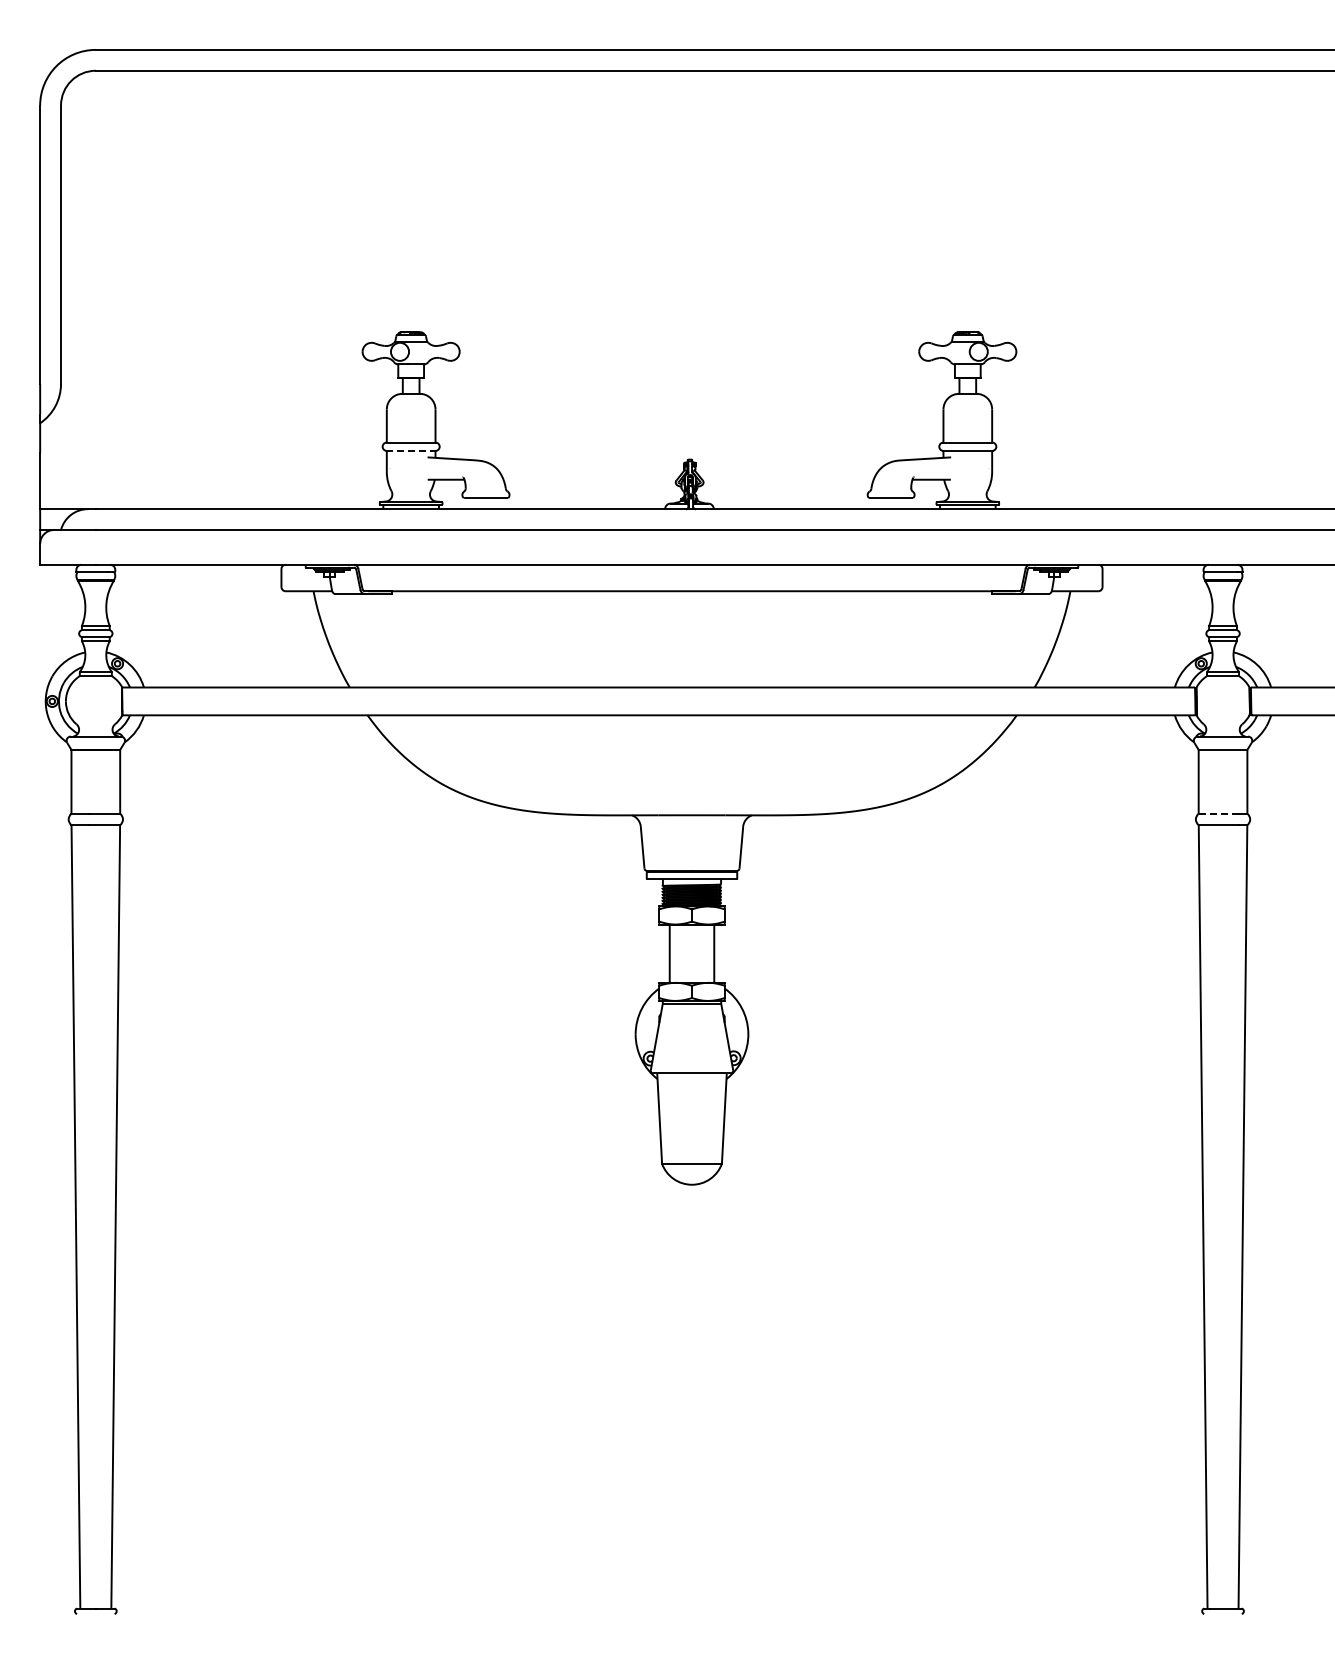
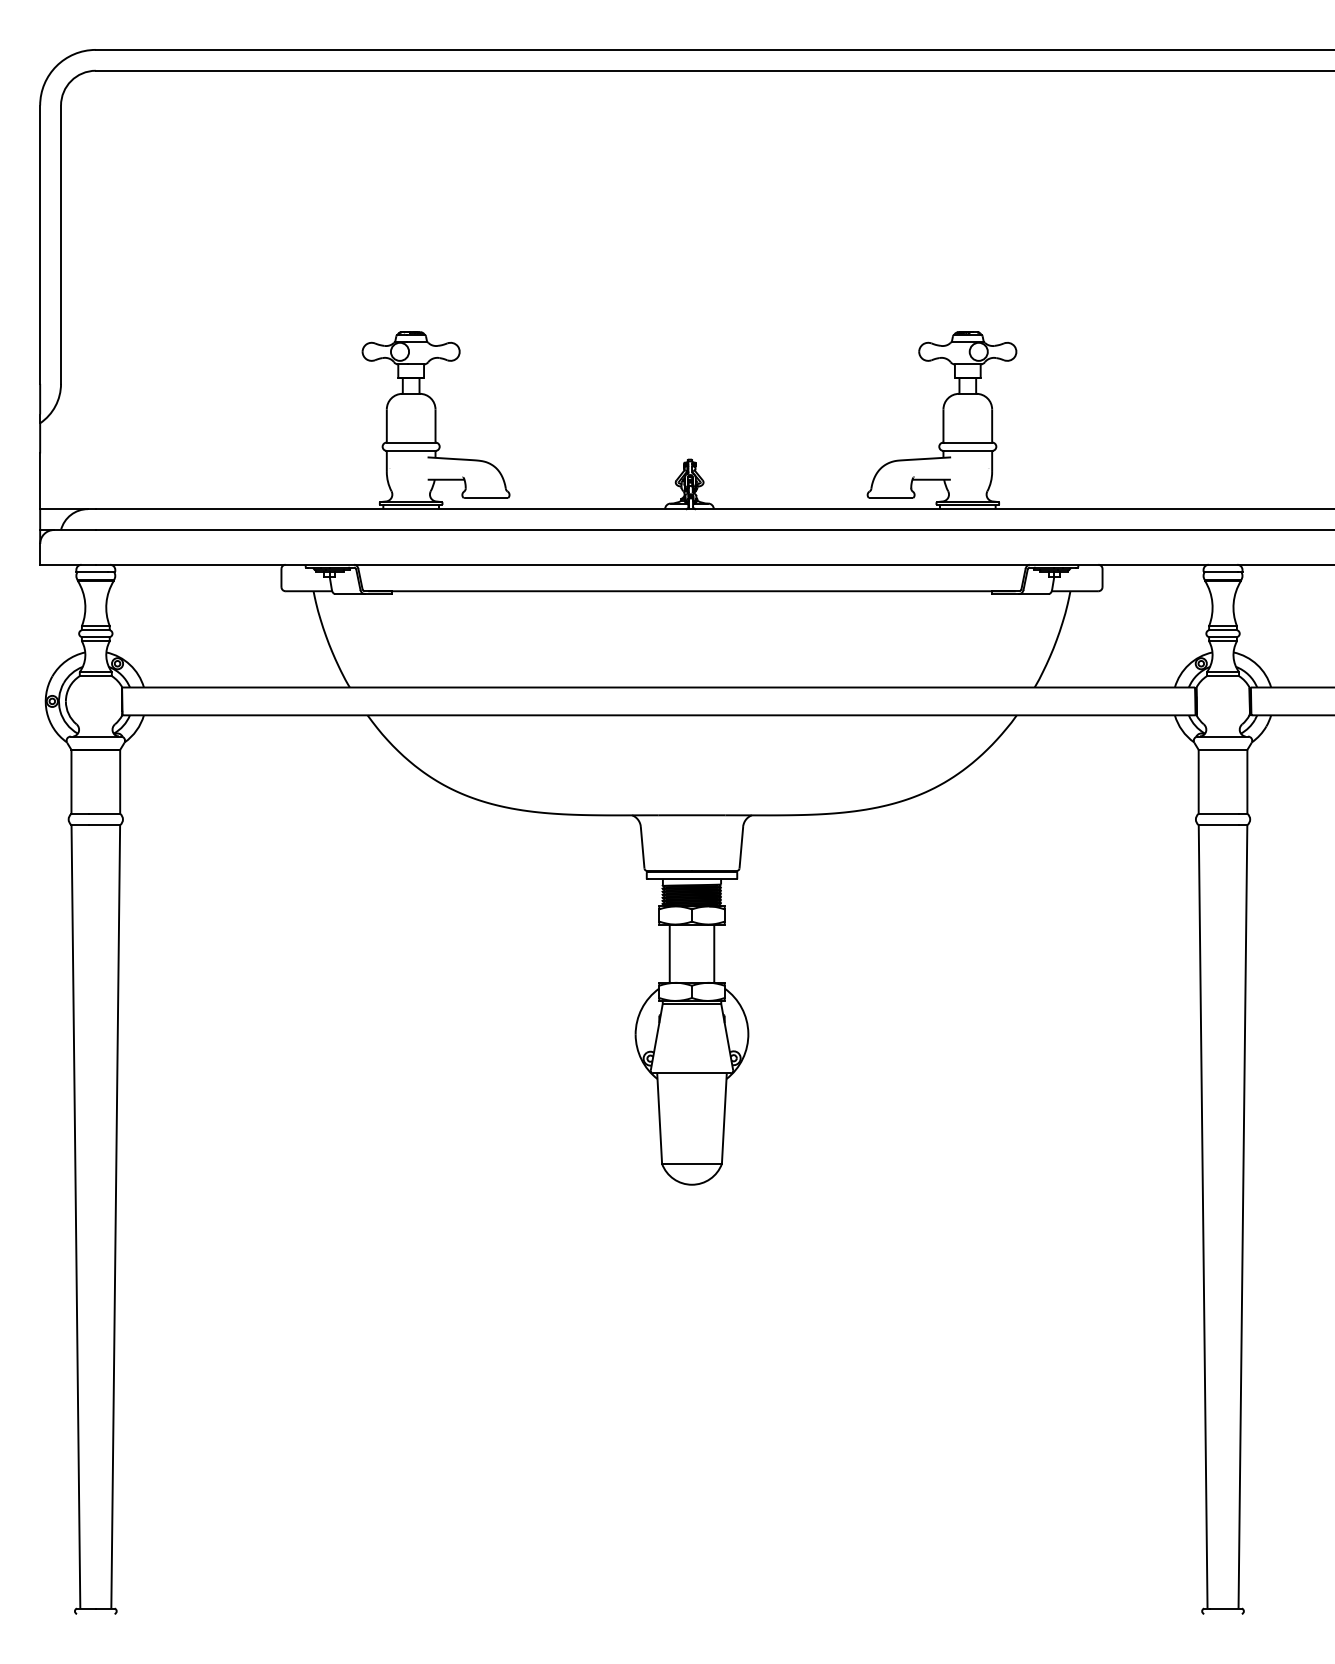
line at (411, 450): dashed -> solid
line at (1219, 813): dashed -> solid
